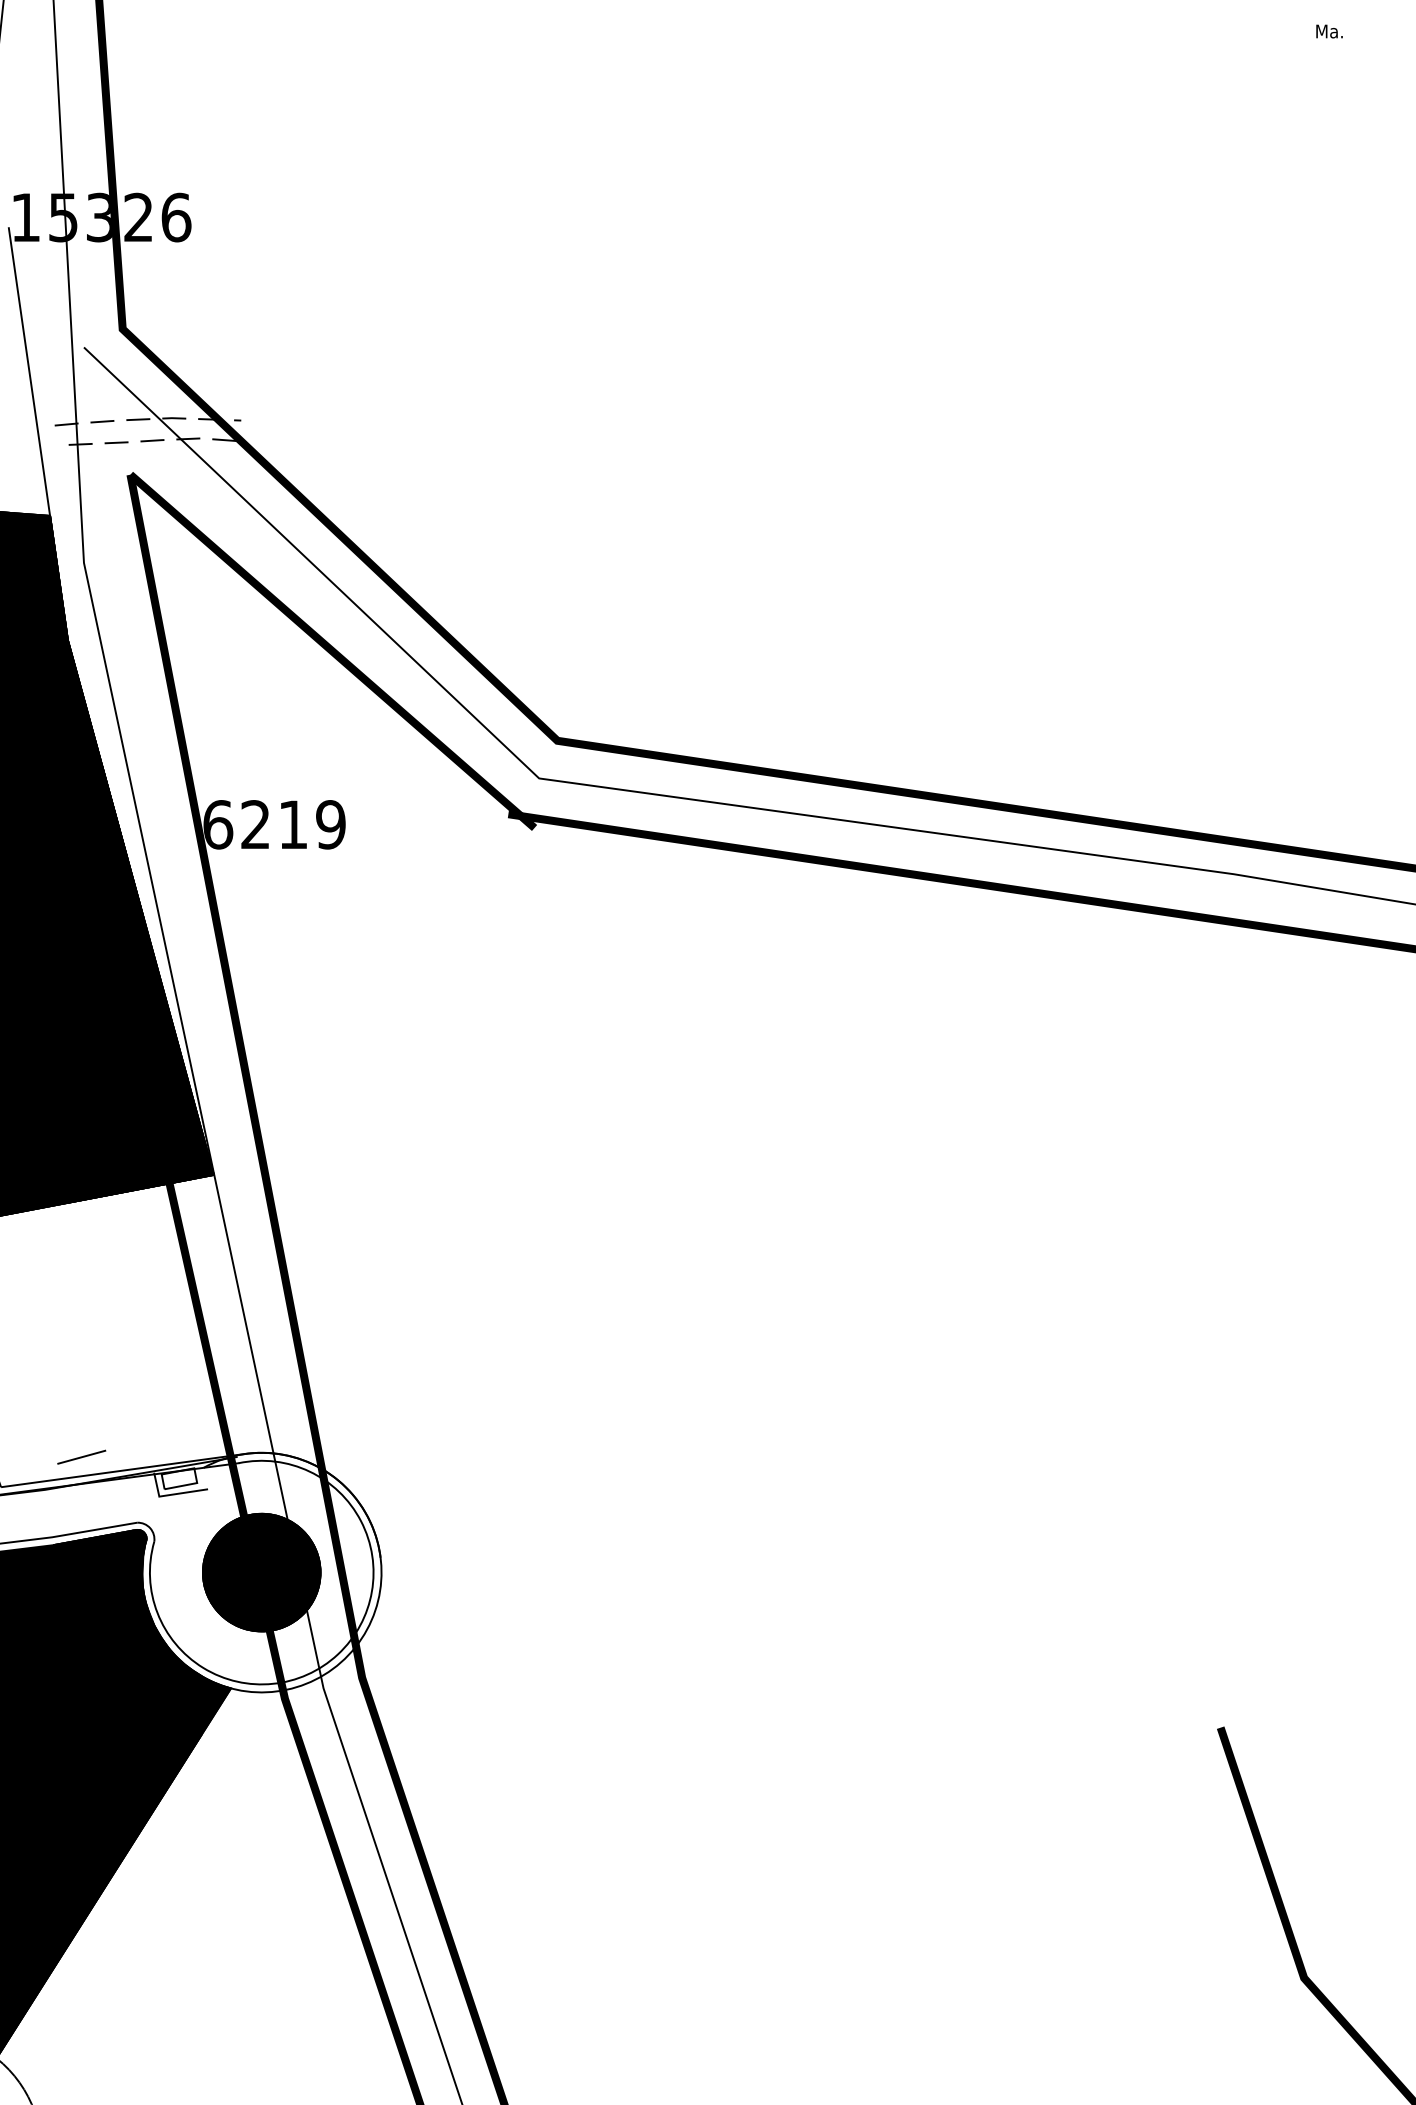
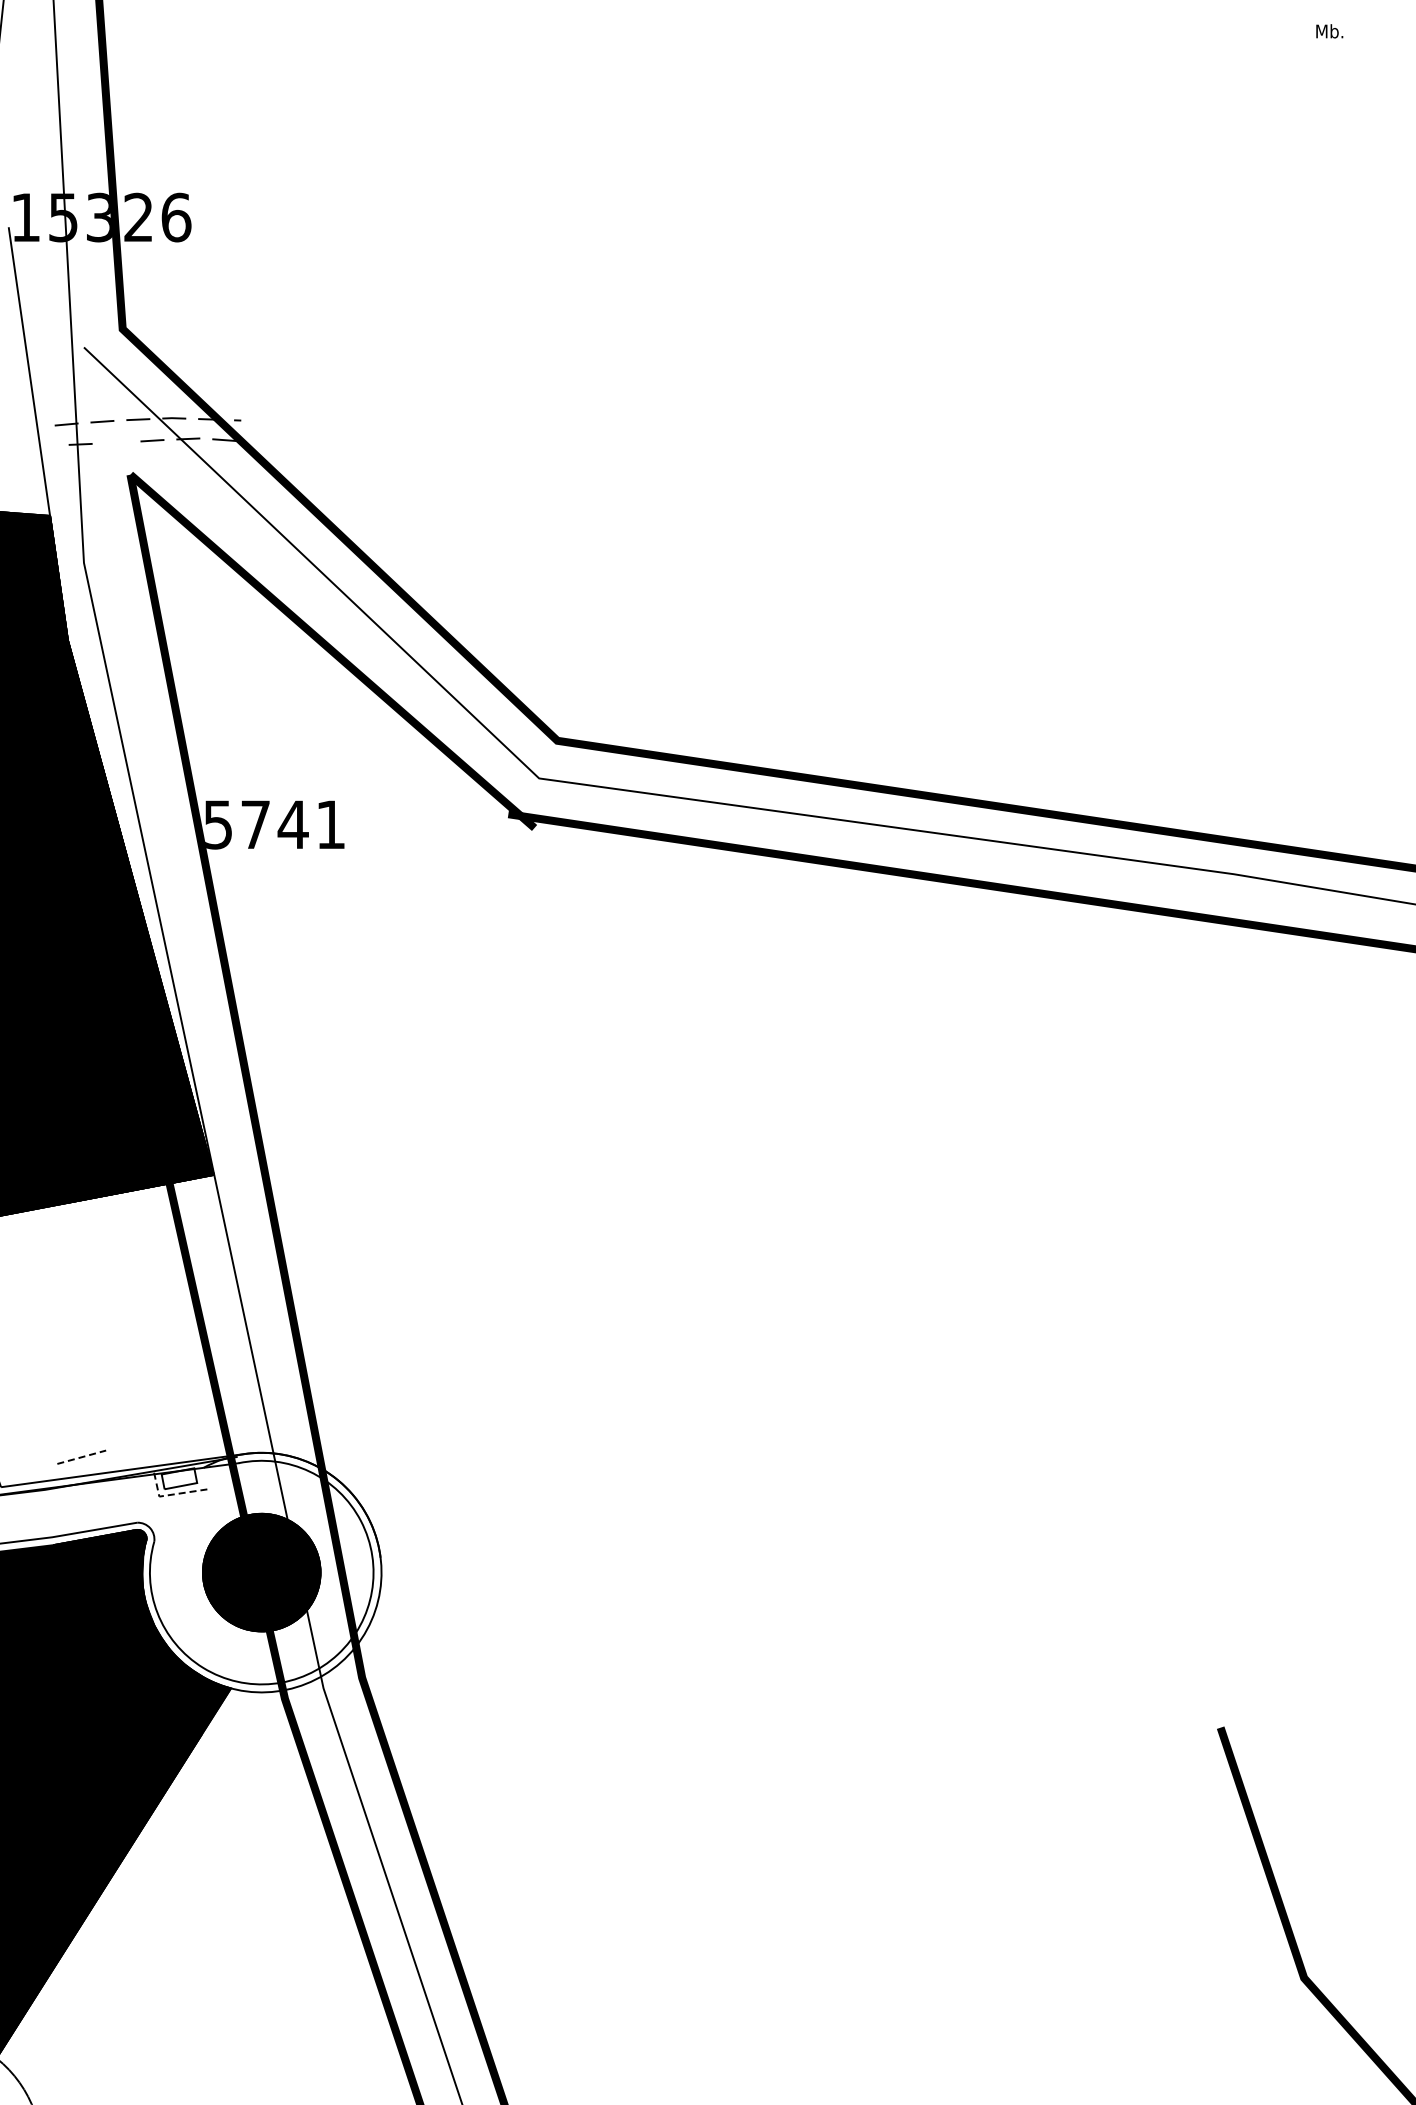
text at (1336, 31): Ma. -> Mb.
line at (116, 442): present -> none
text at (274, 824): 6219 -> 5741
line at (82, 1457): solid -> dashed
line at (171, 1494): solid -> dashed
